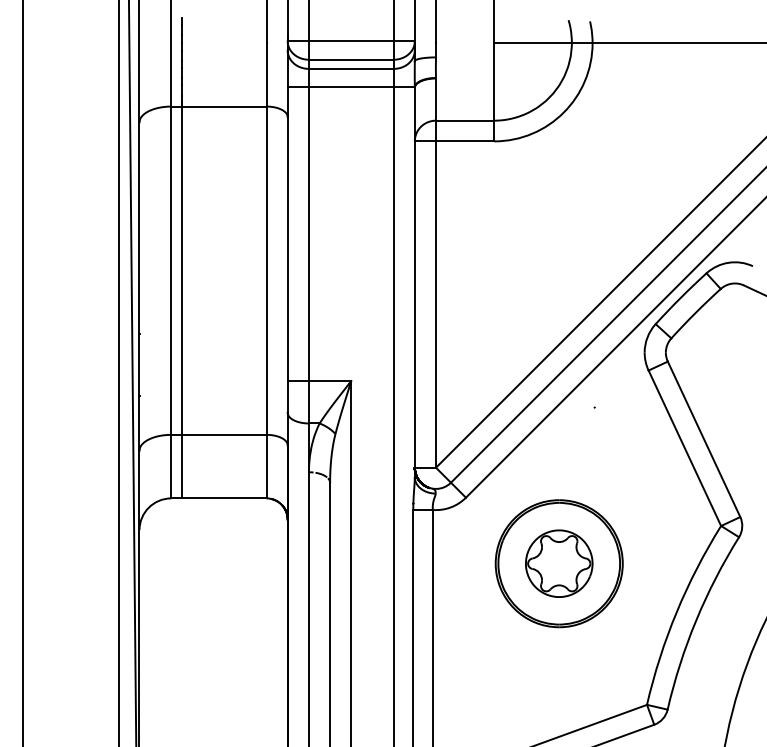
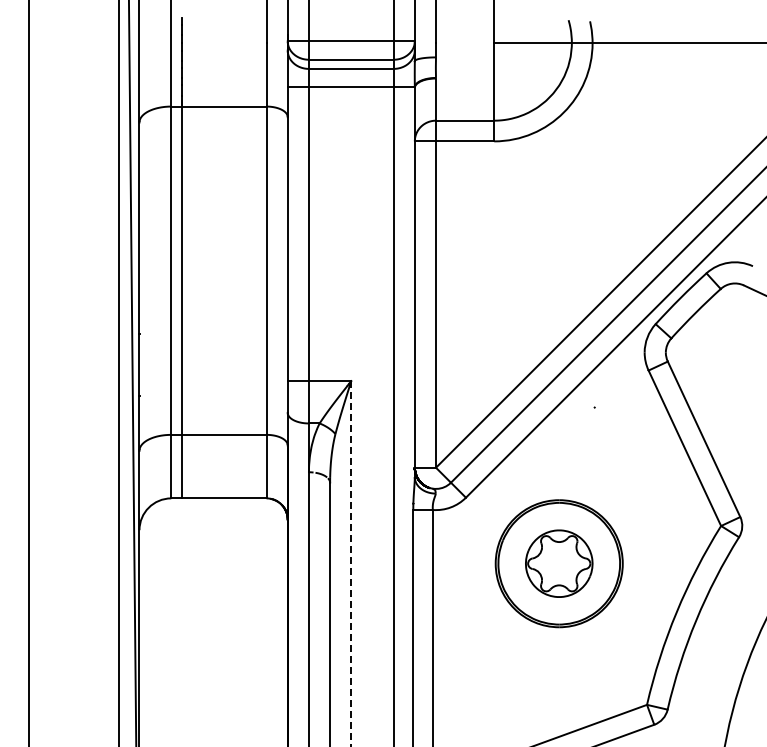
line at (23, 372) position: (23, 372) -> (29, 372)
line at (351, 564): solid -> dashed
